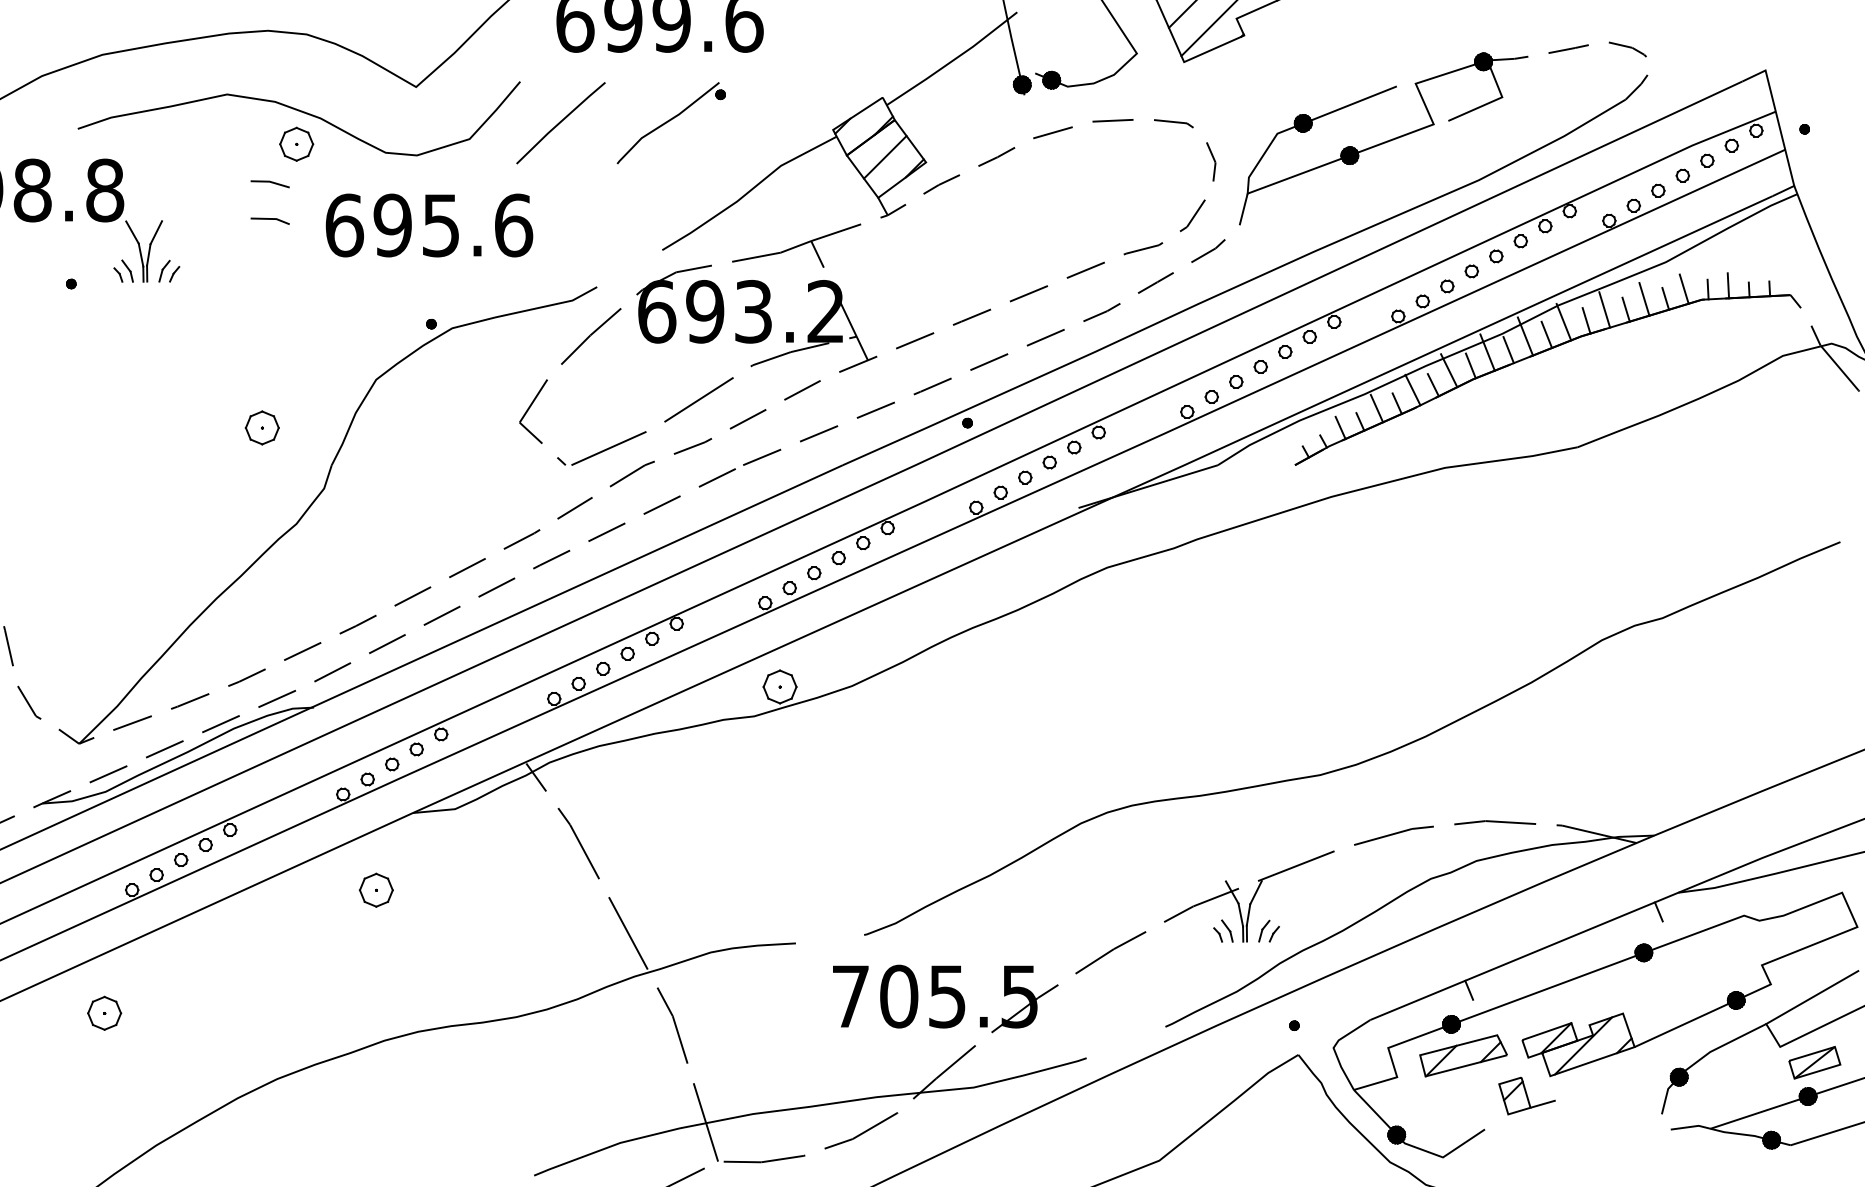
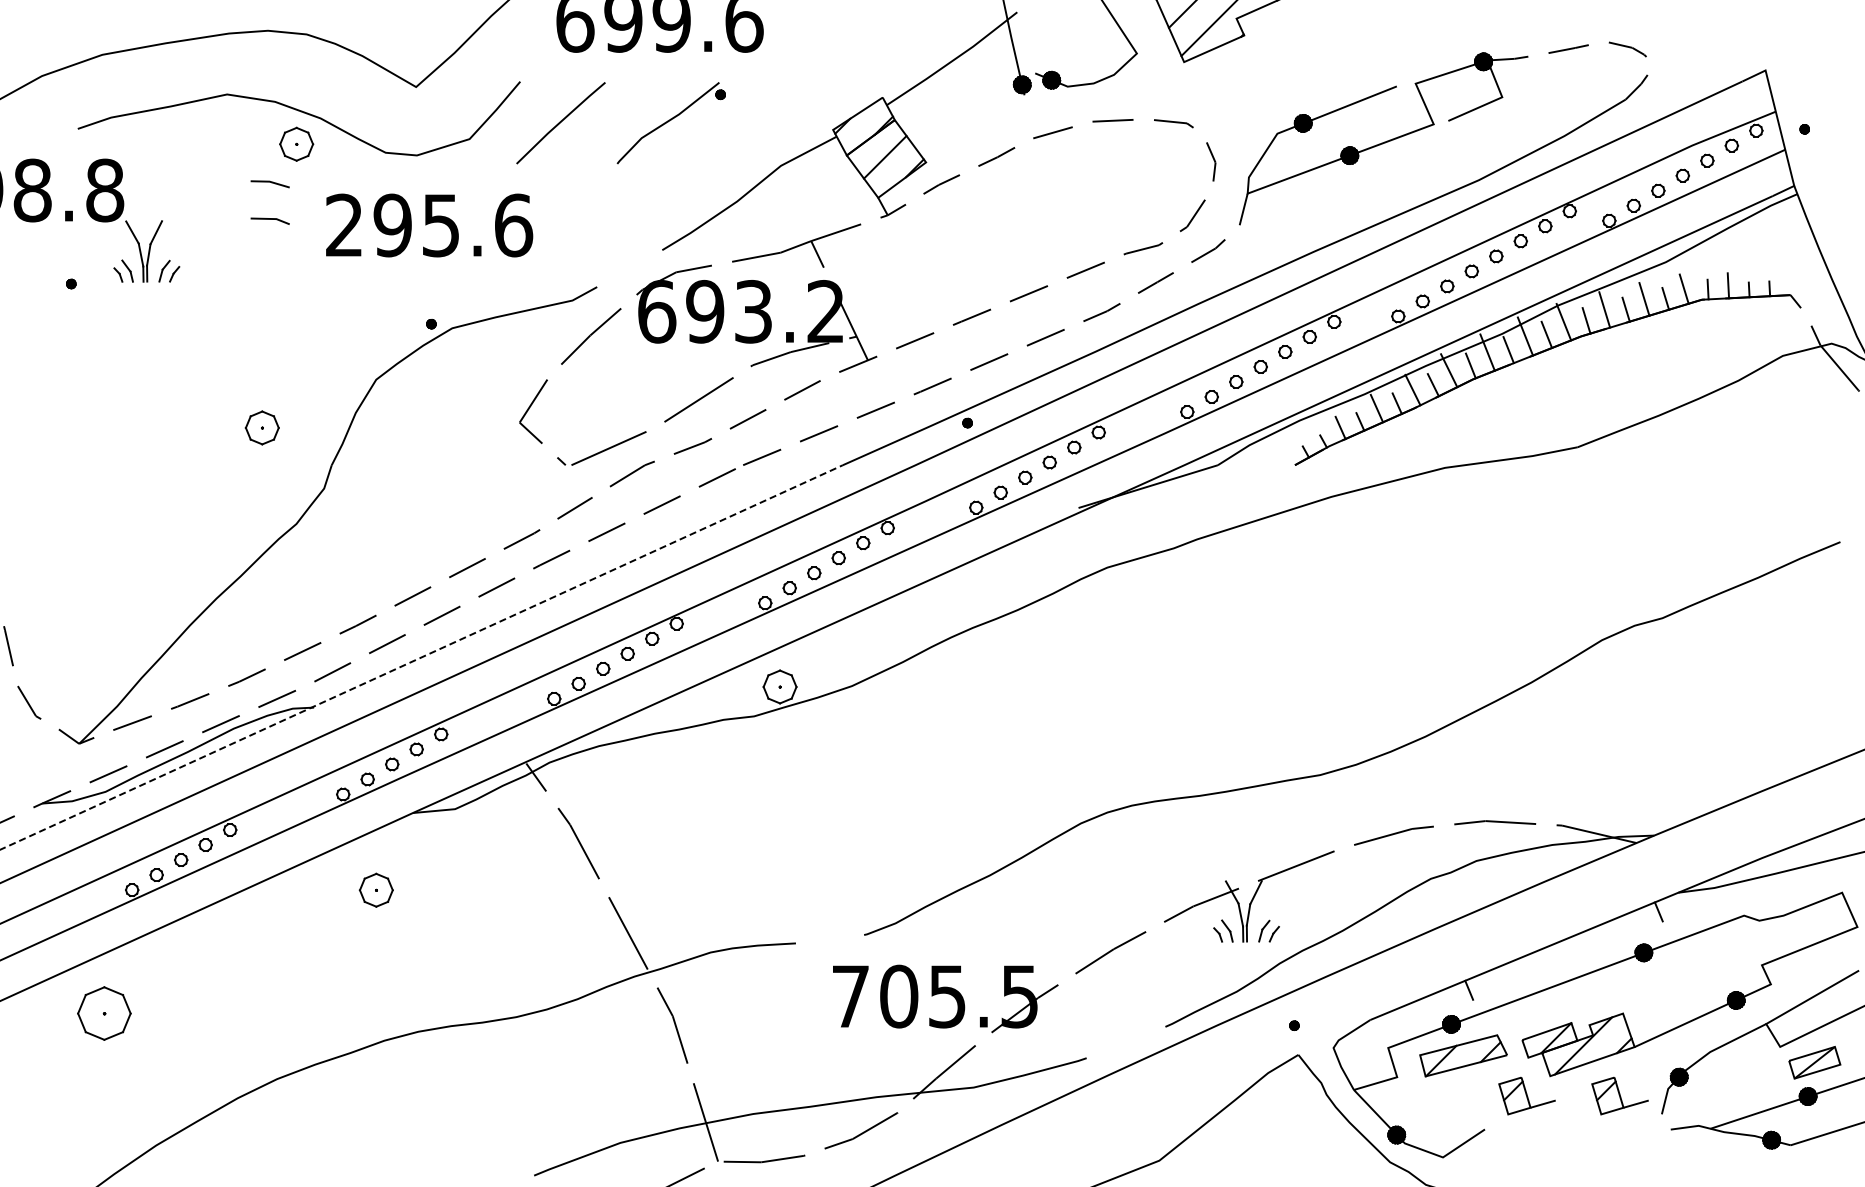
text at (344, 225): 695.6 -> 295.6
line at (420, 657): solid -> dashed
part at (104, 1012) size: 36x36 px -> 55x55 px
part at (1619, 1095): none -> present
